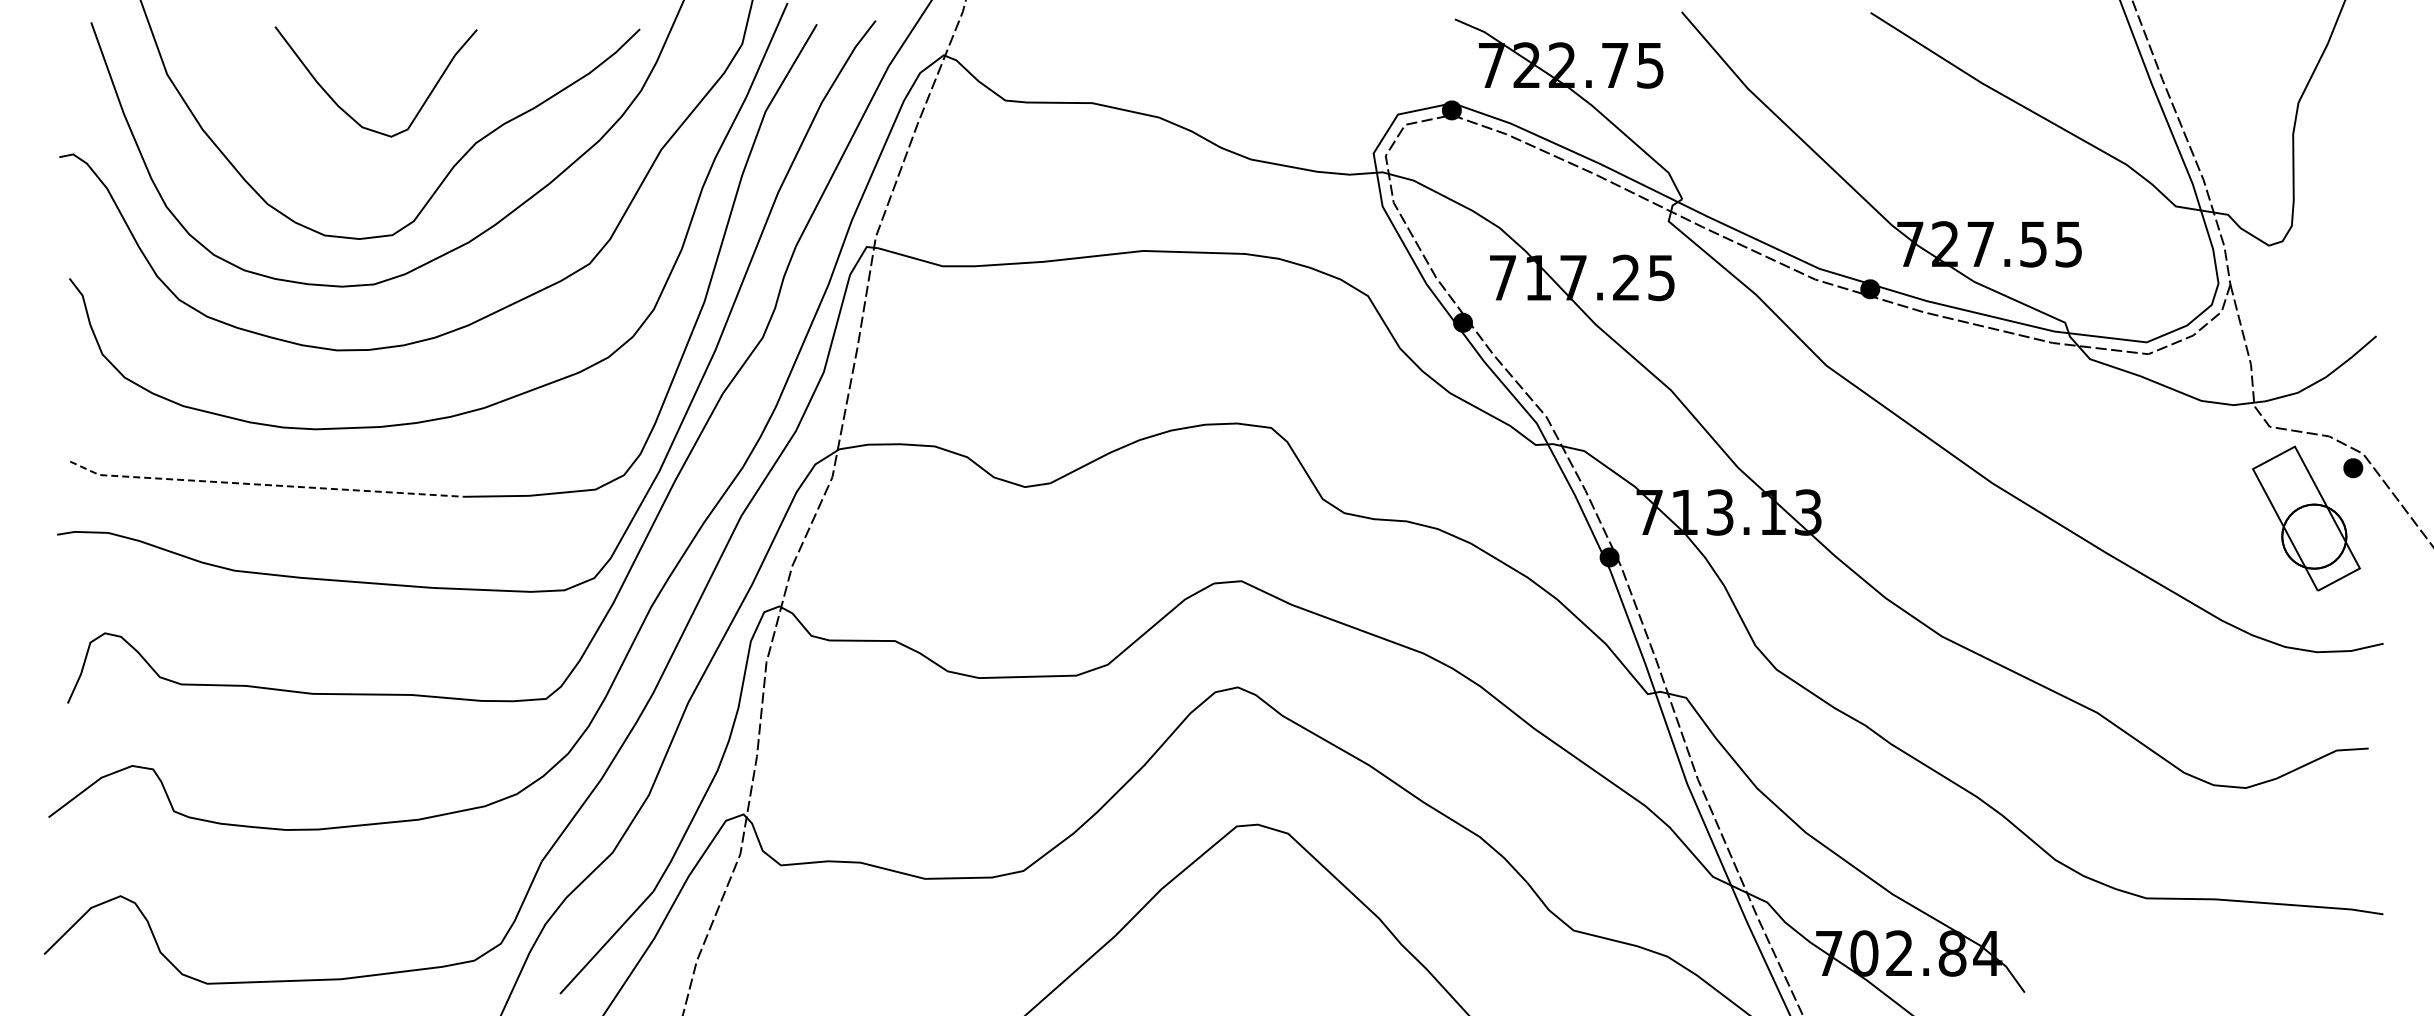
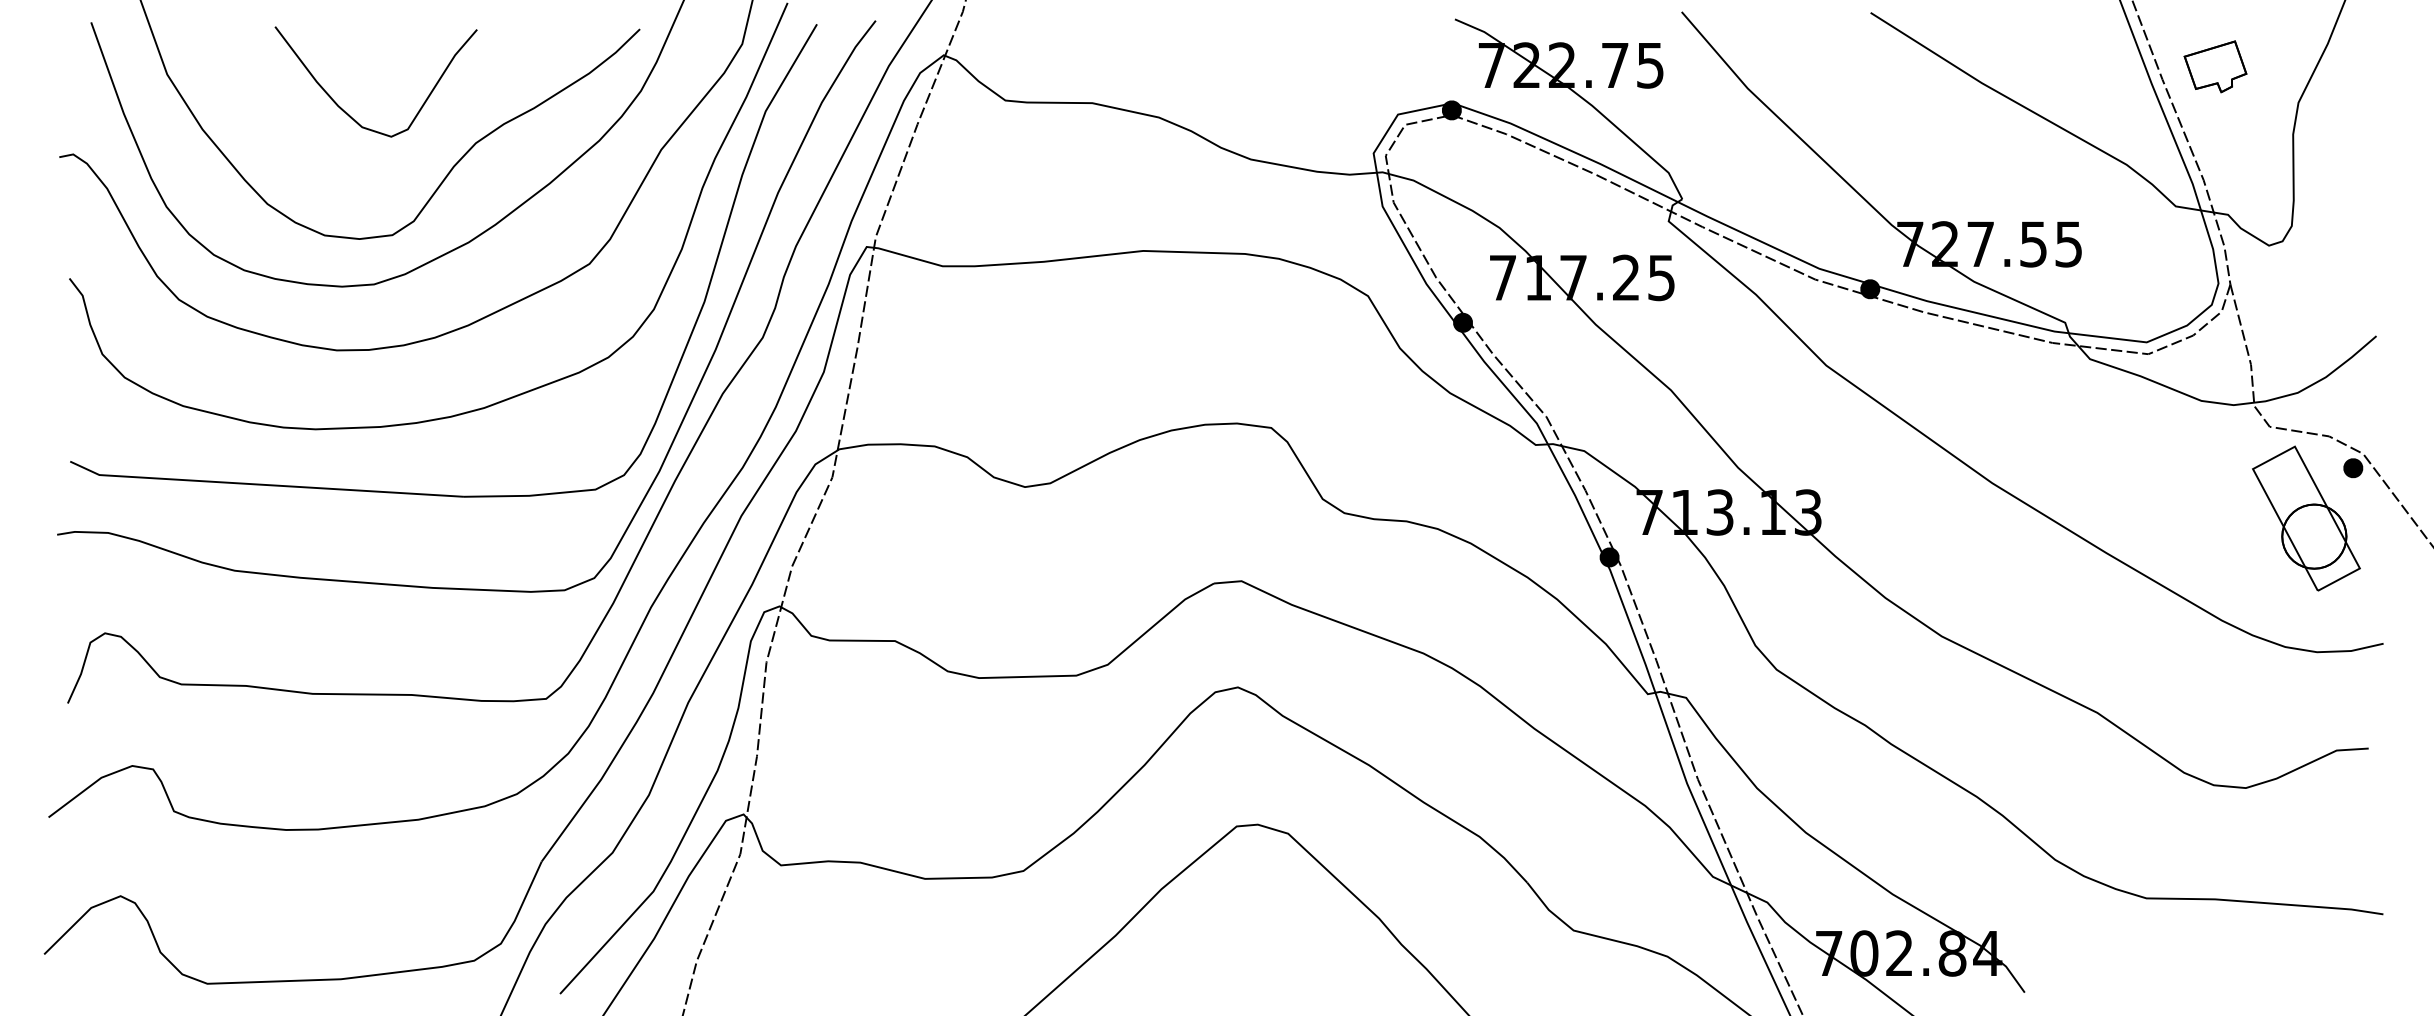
part at (2215, 66): none -> present
line at (264, 484): dashed -> solid
